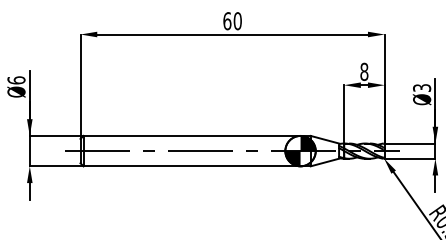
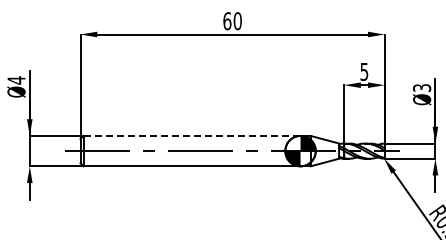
text at (364, 71): 8 -> 5
text at (16, 80): Ø6 -> Ø4
line at (197, 135): solid -> dashed
